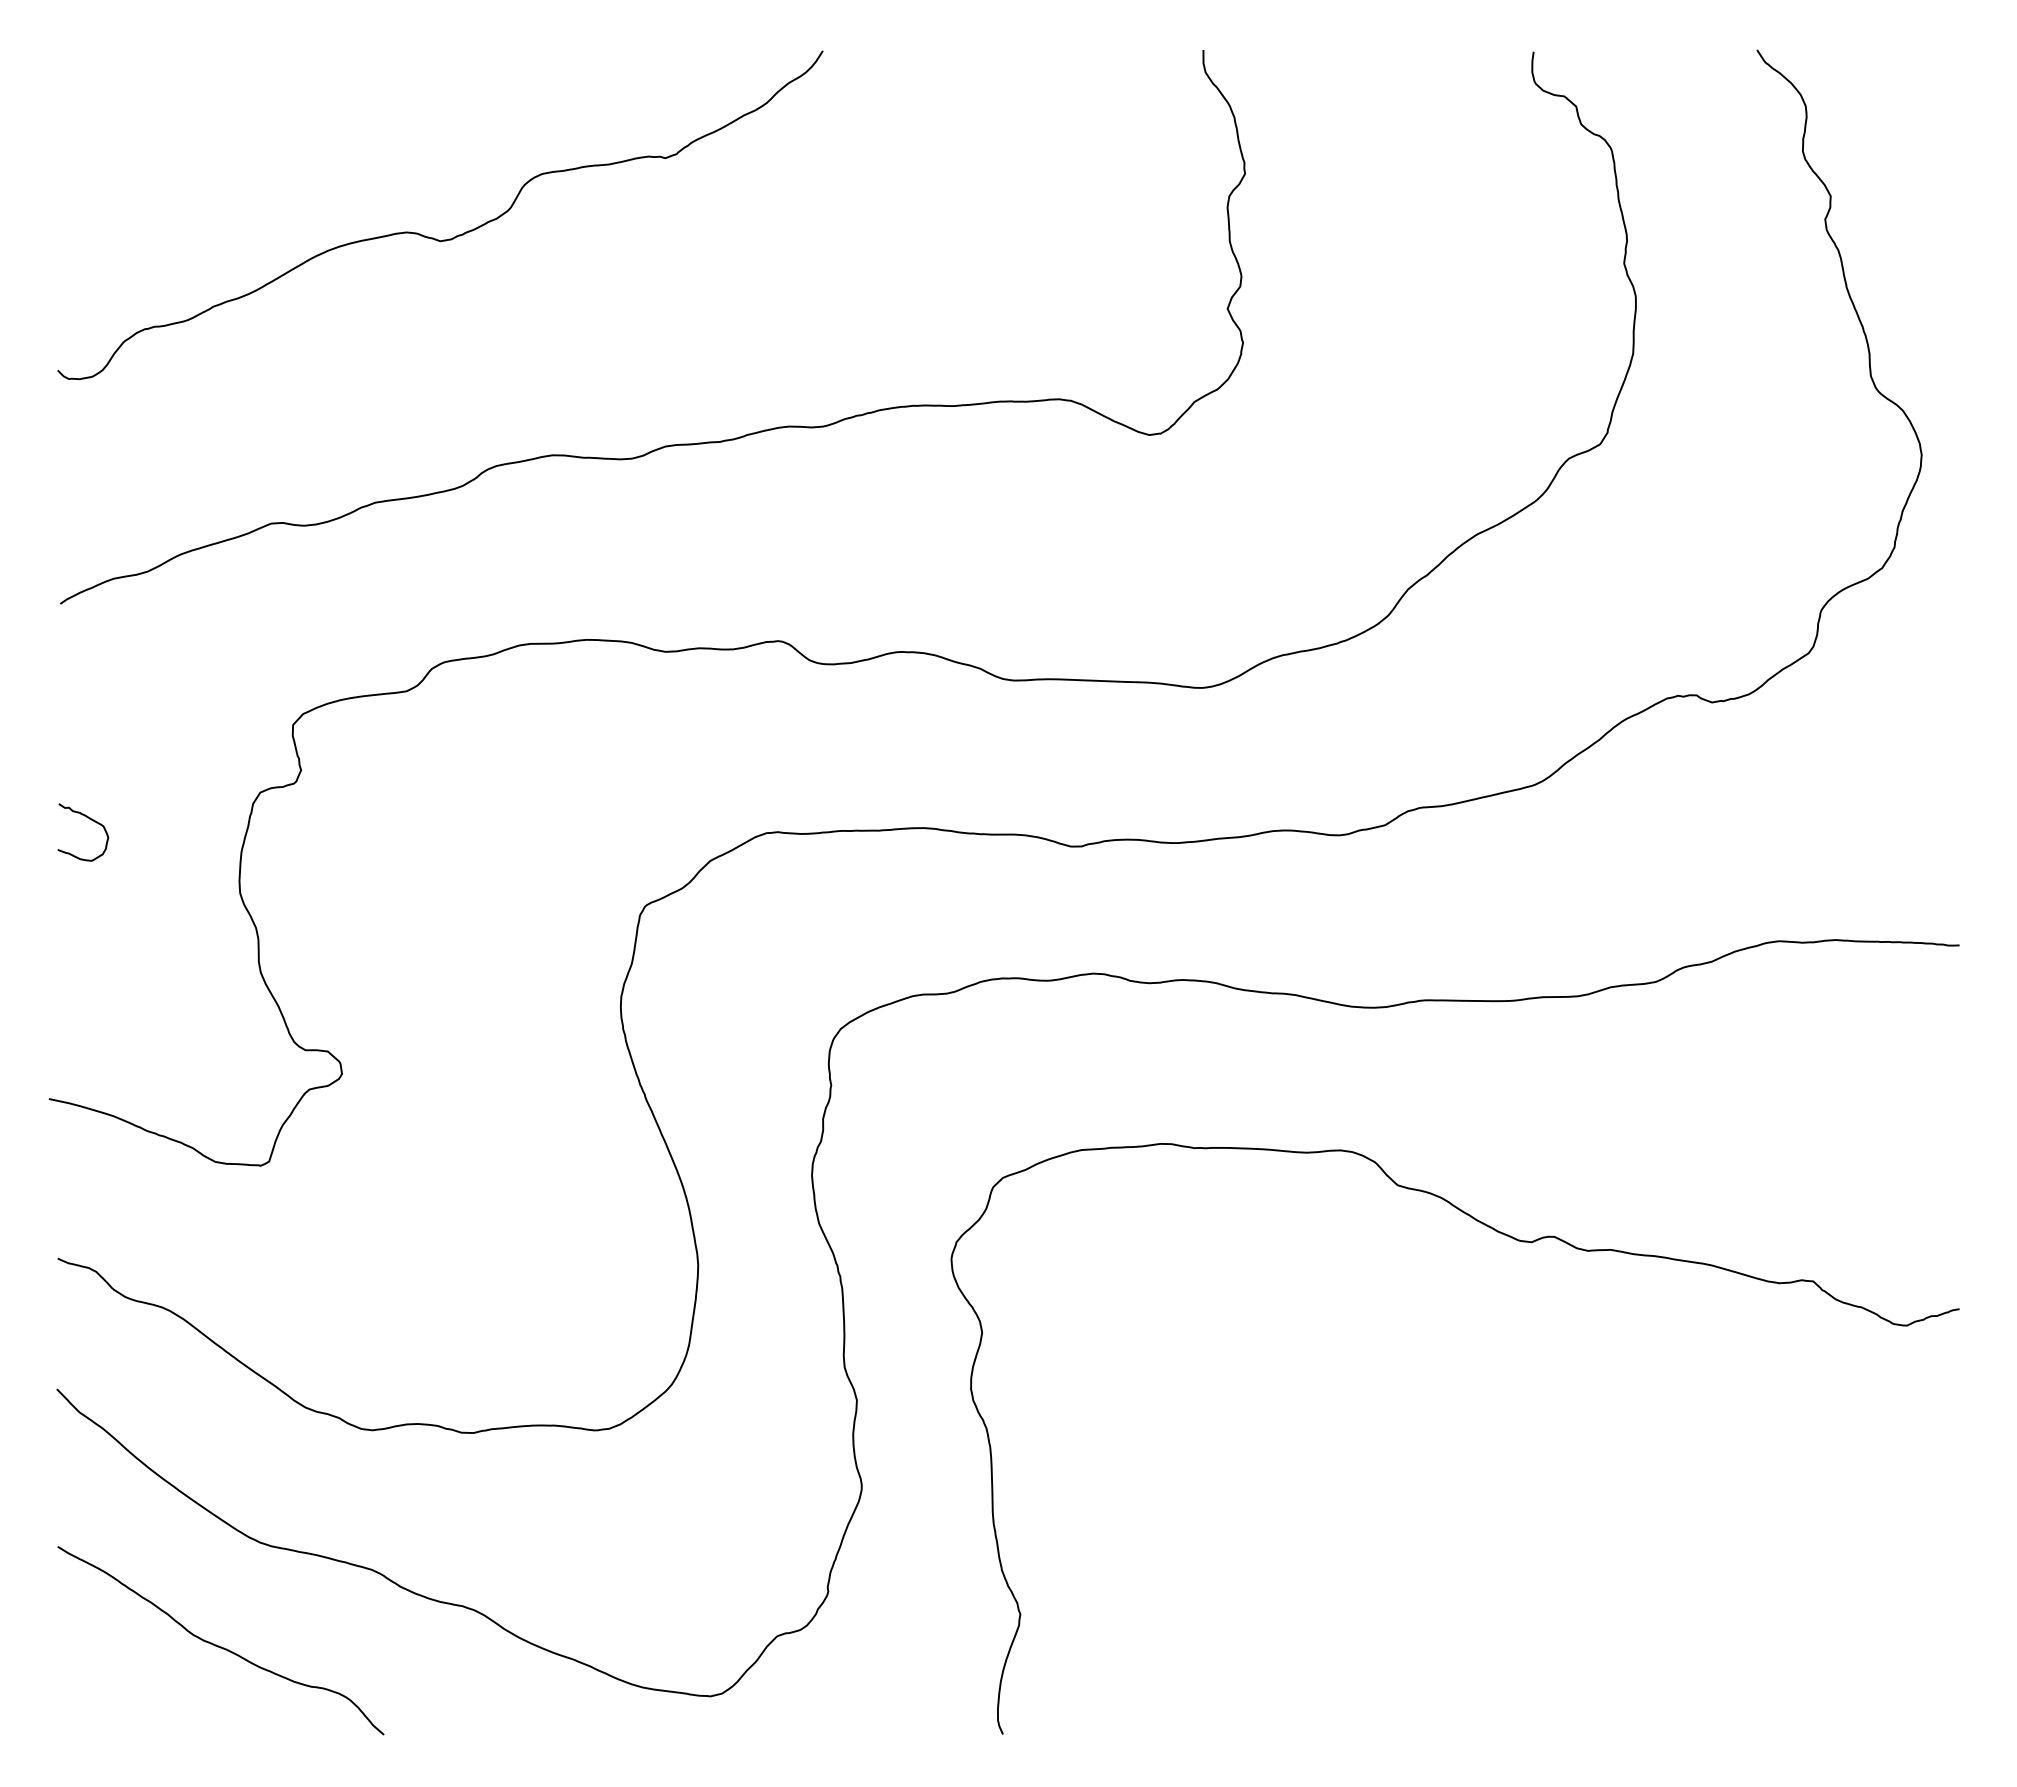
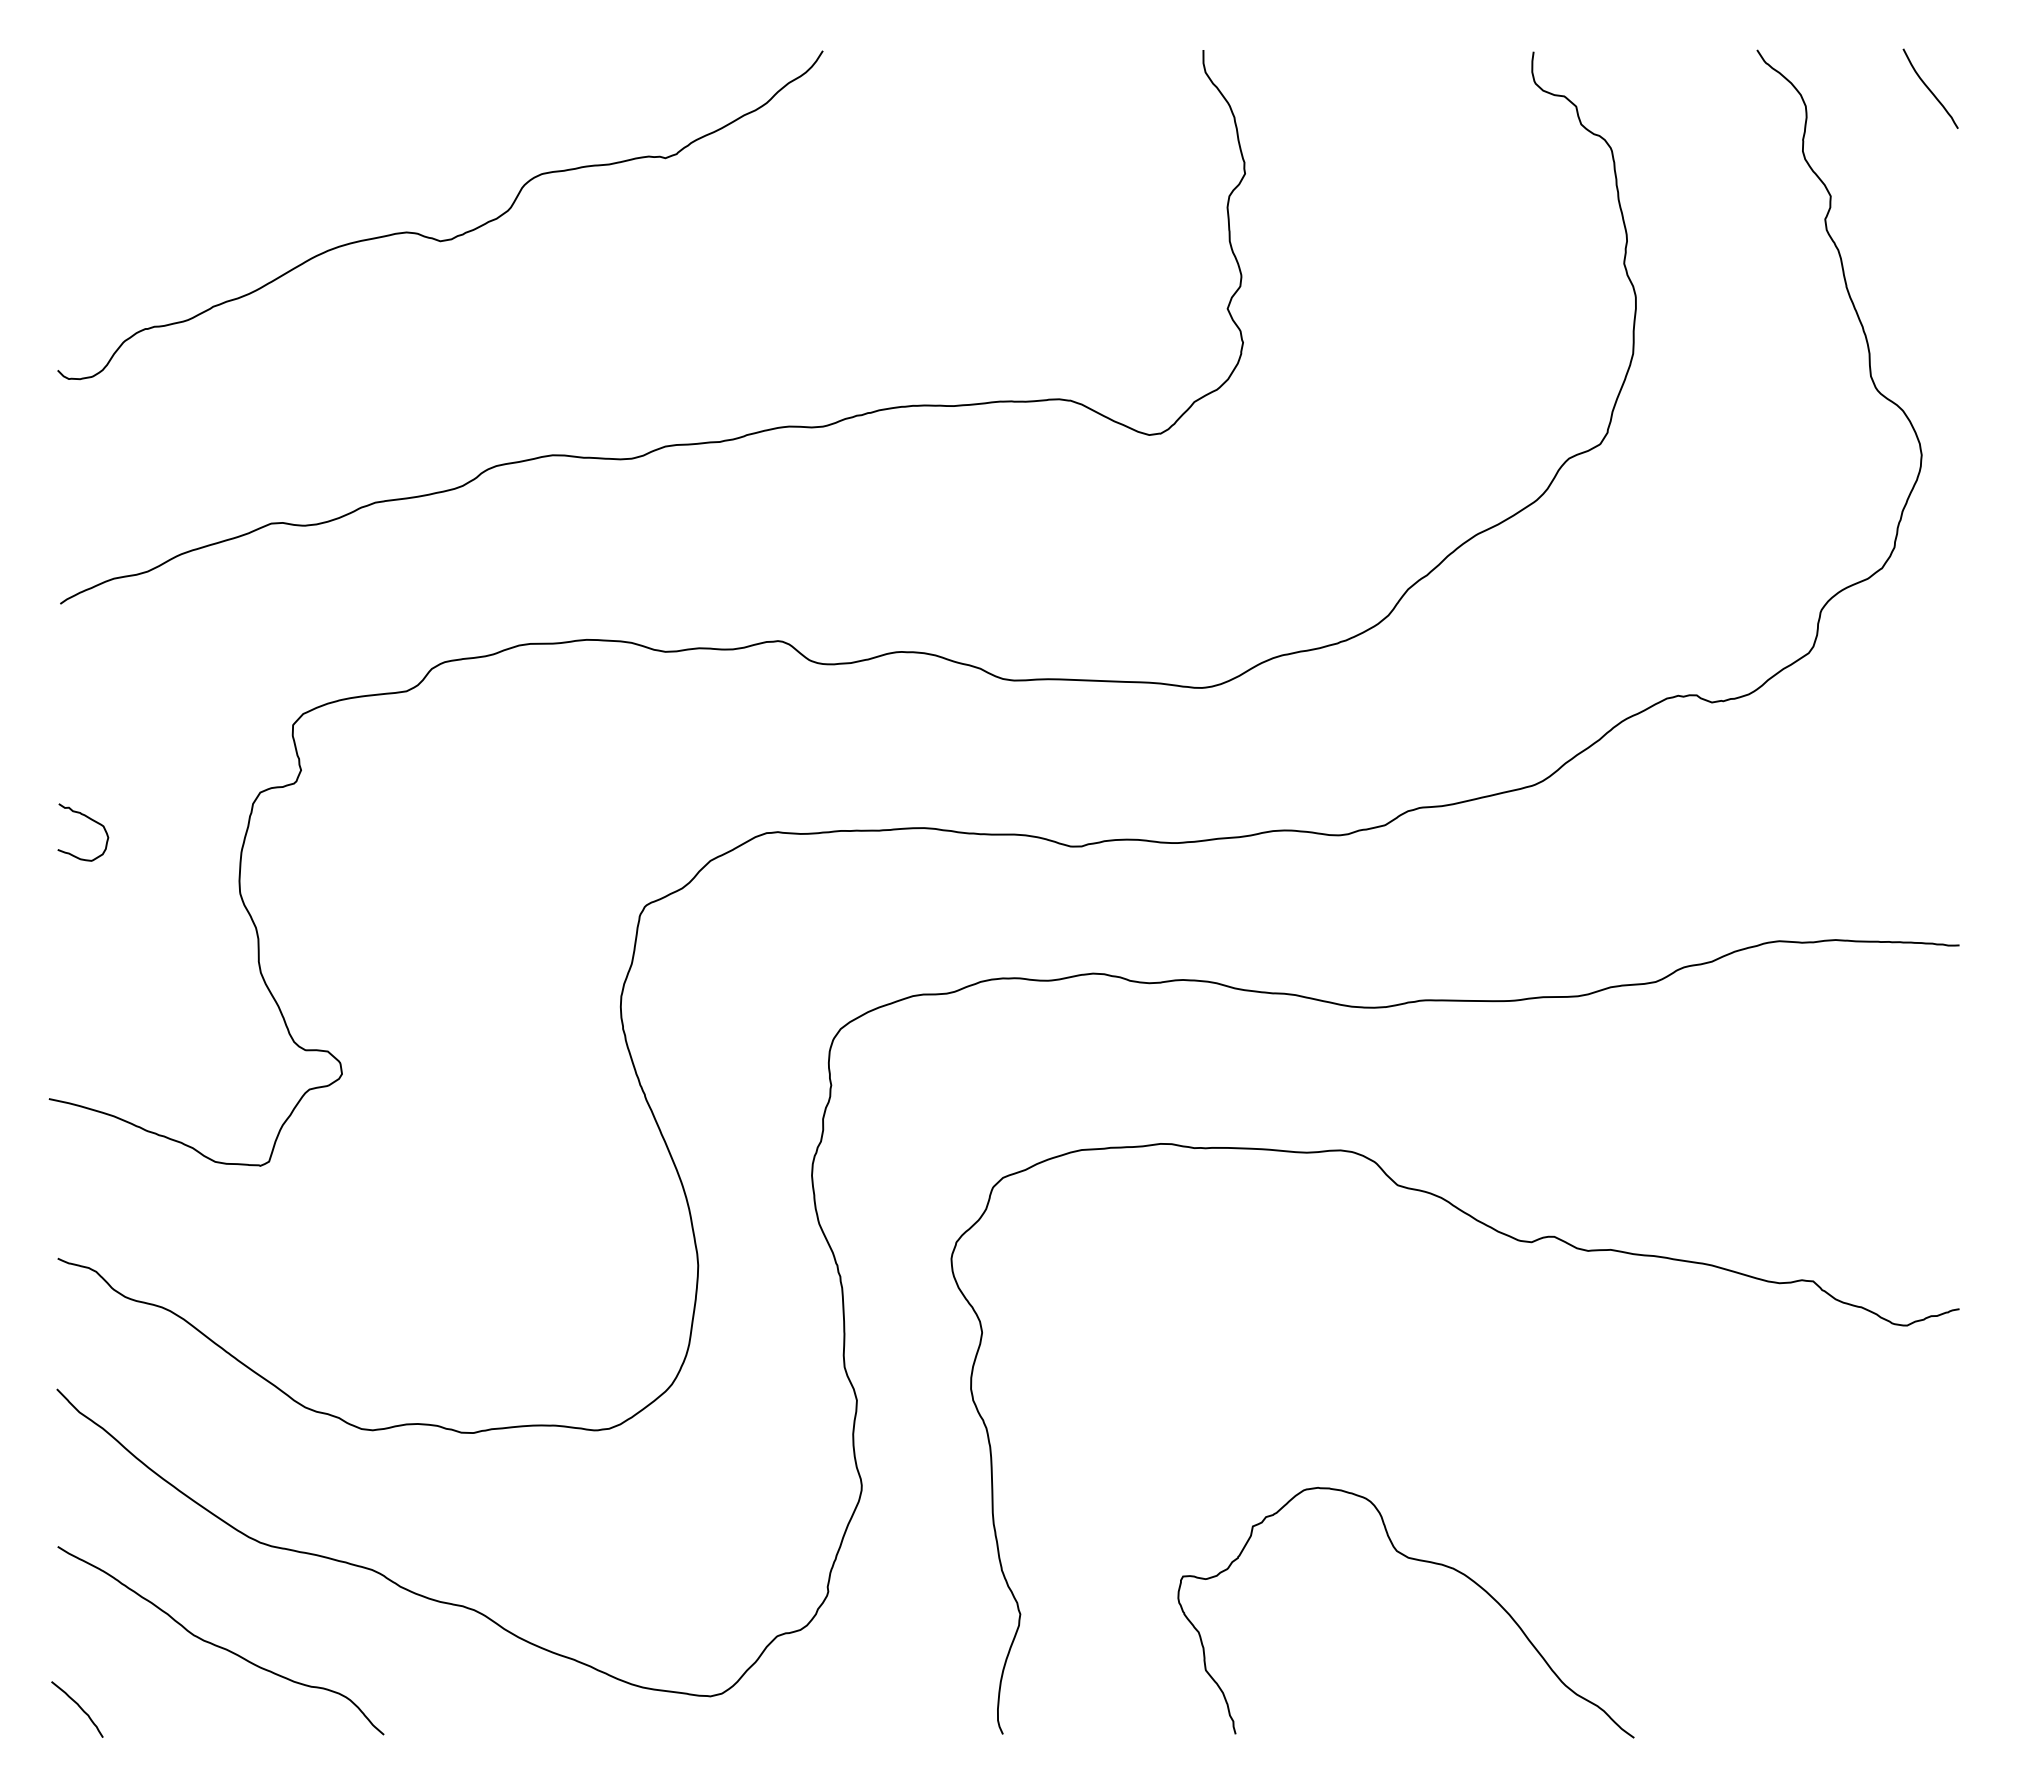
curve at (1929, 88): none -> present
curve at (1419, 1561): none -> present
curve at (79, 1707): none -> present
